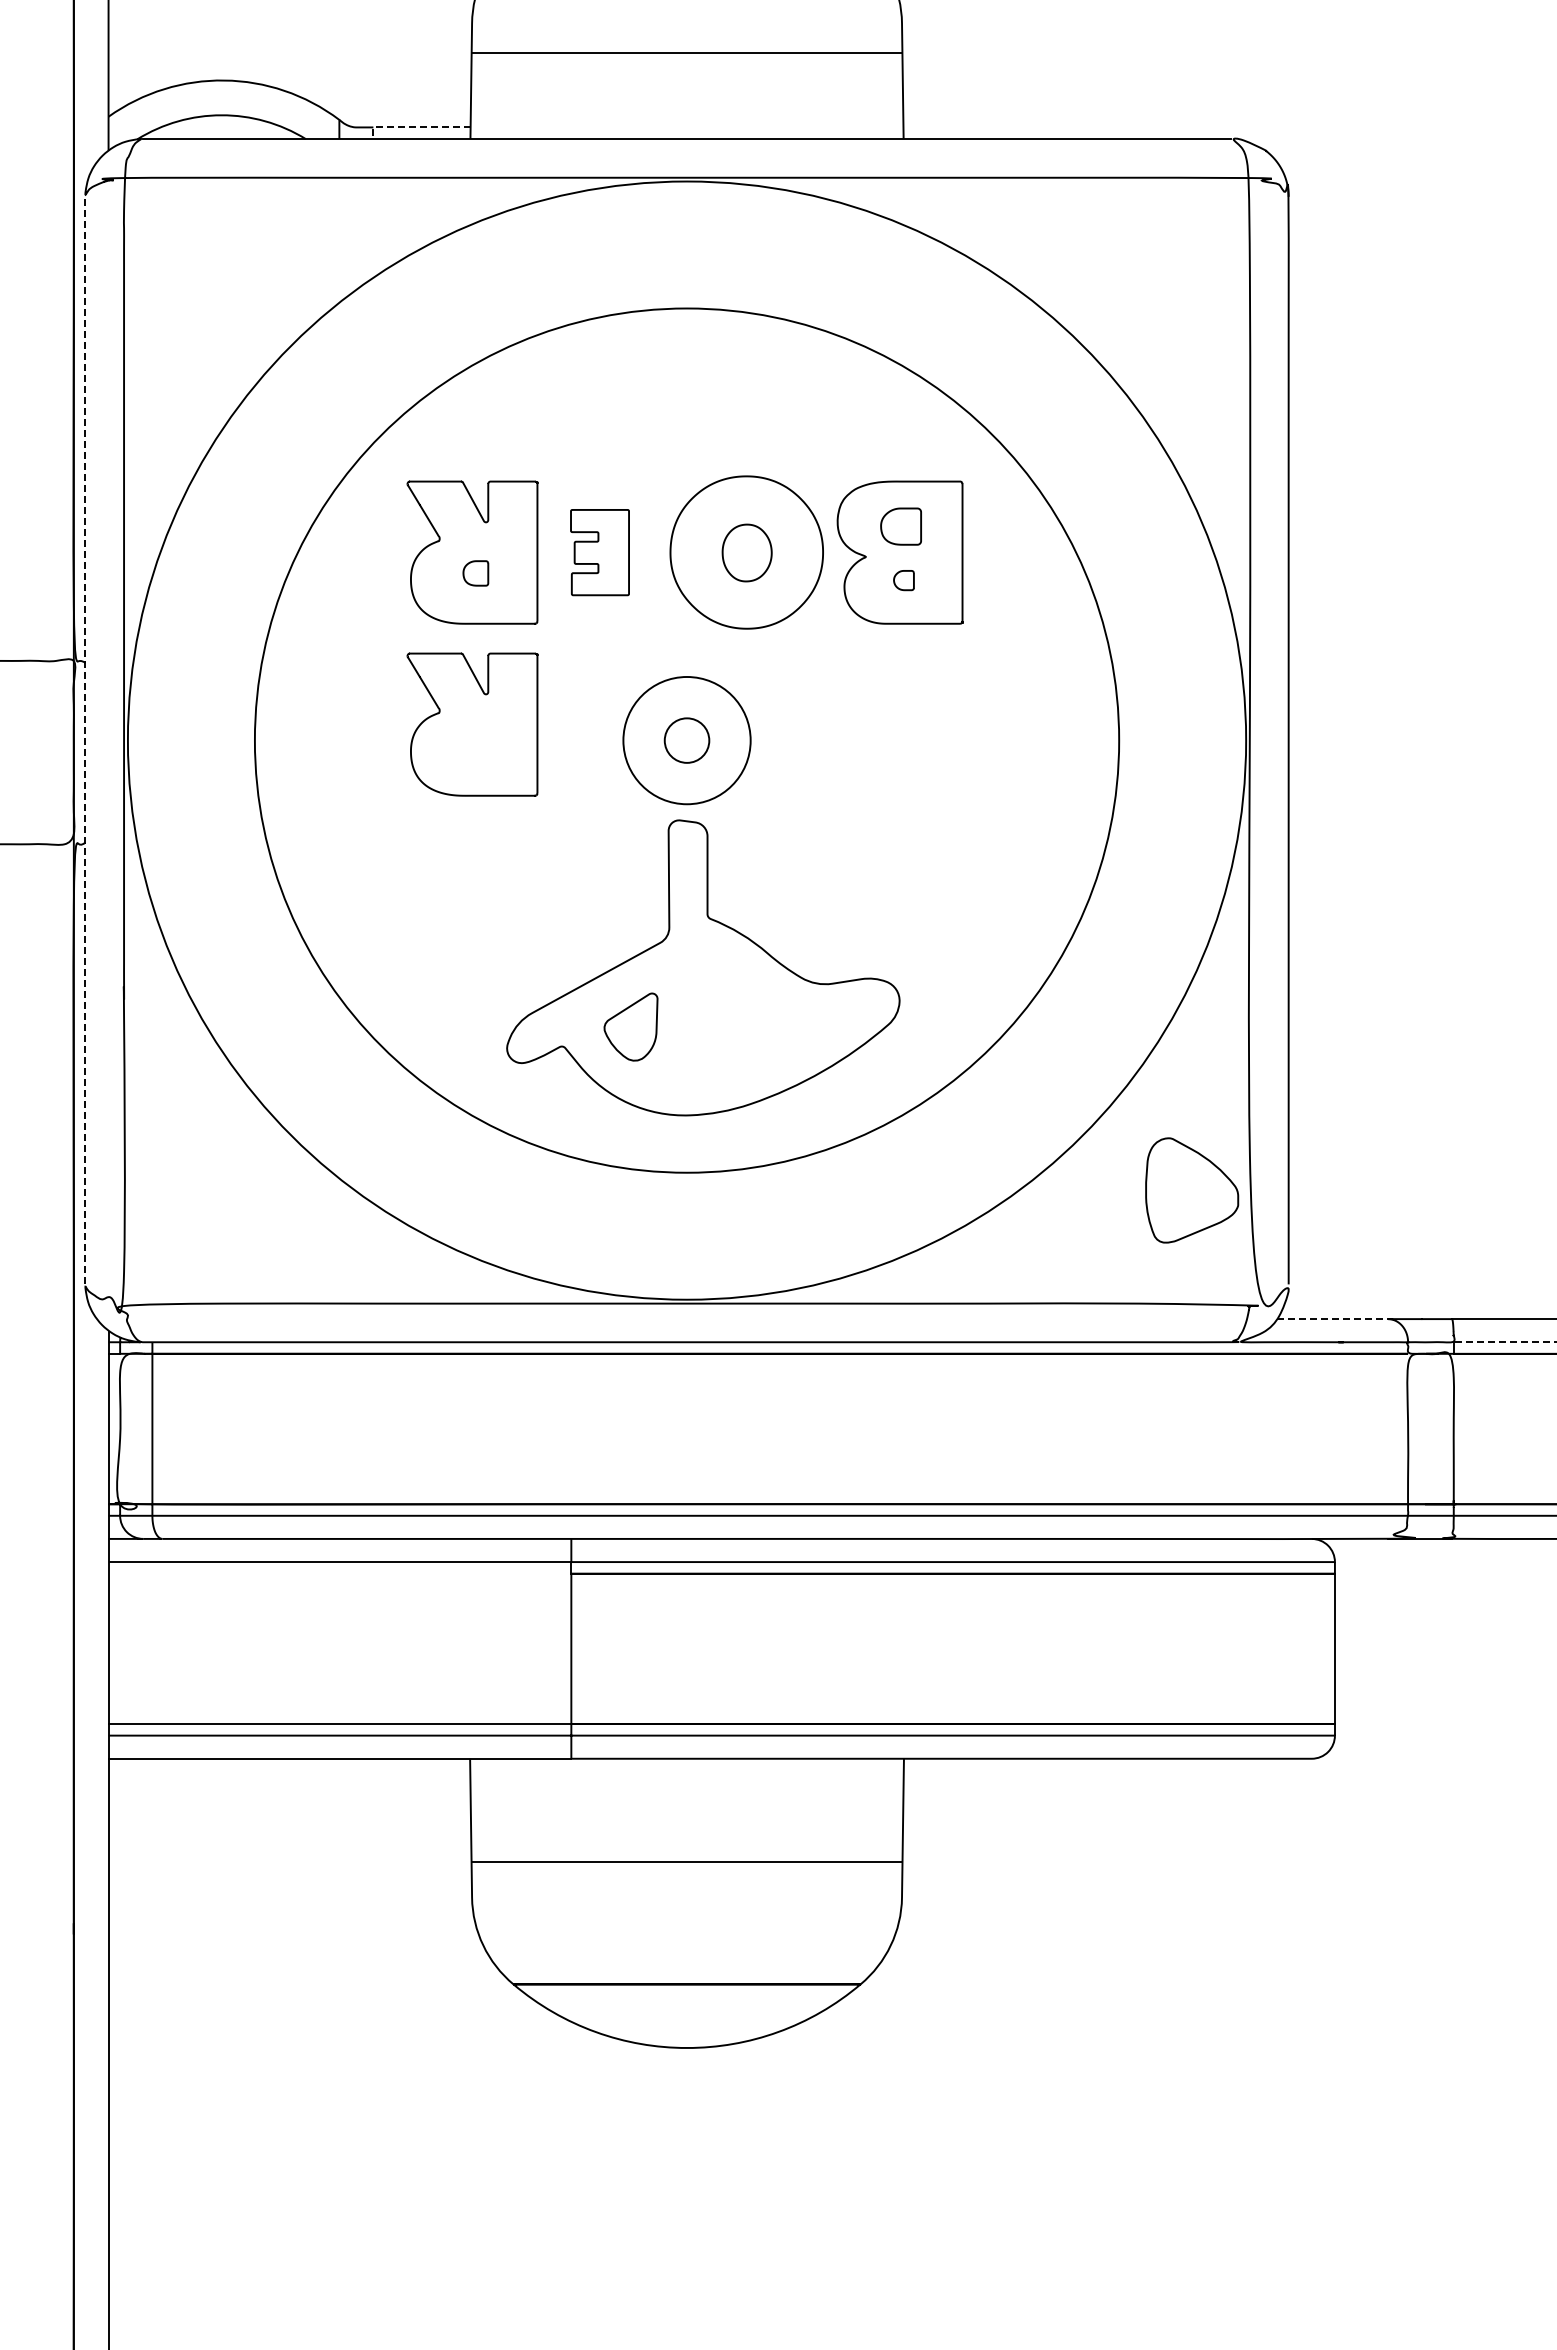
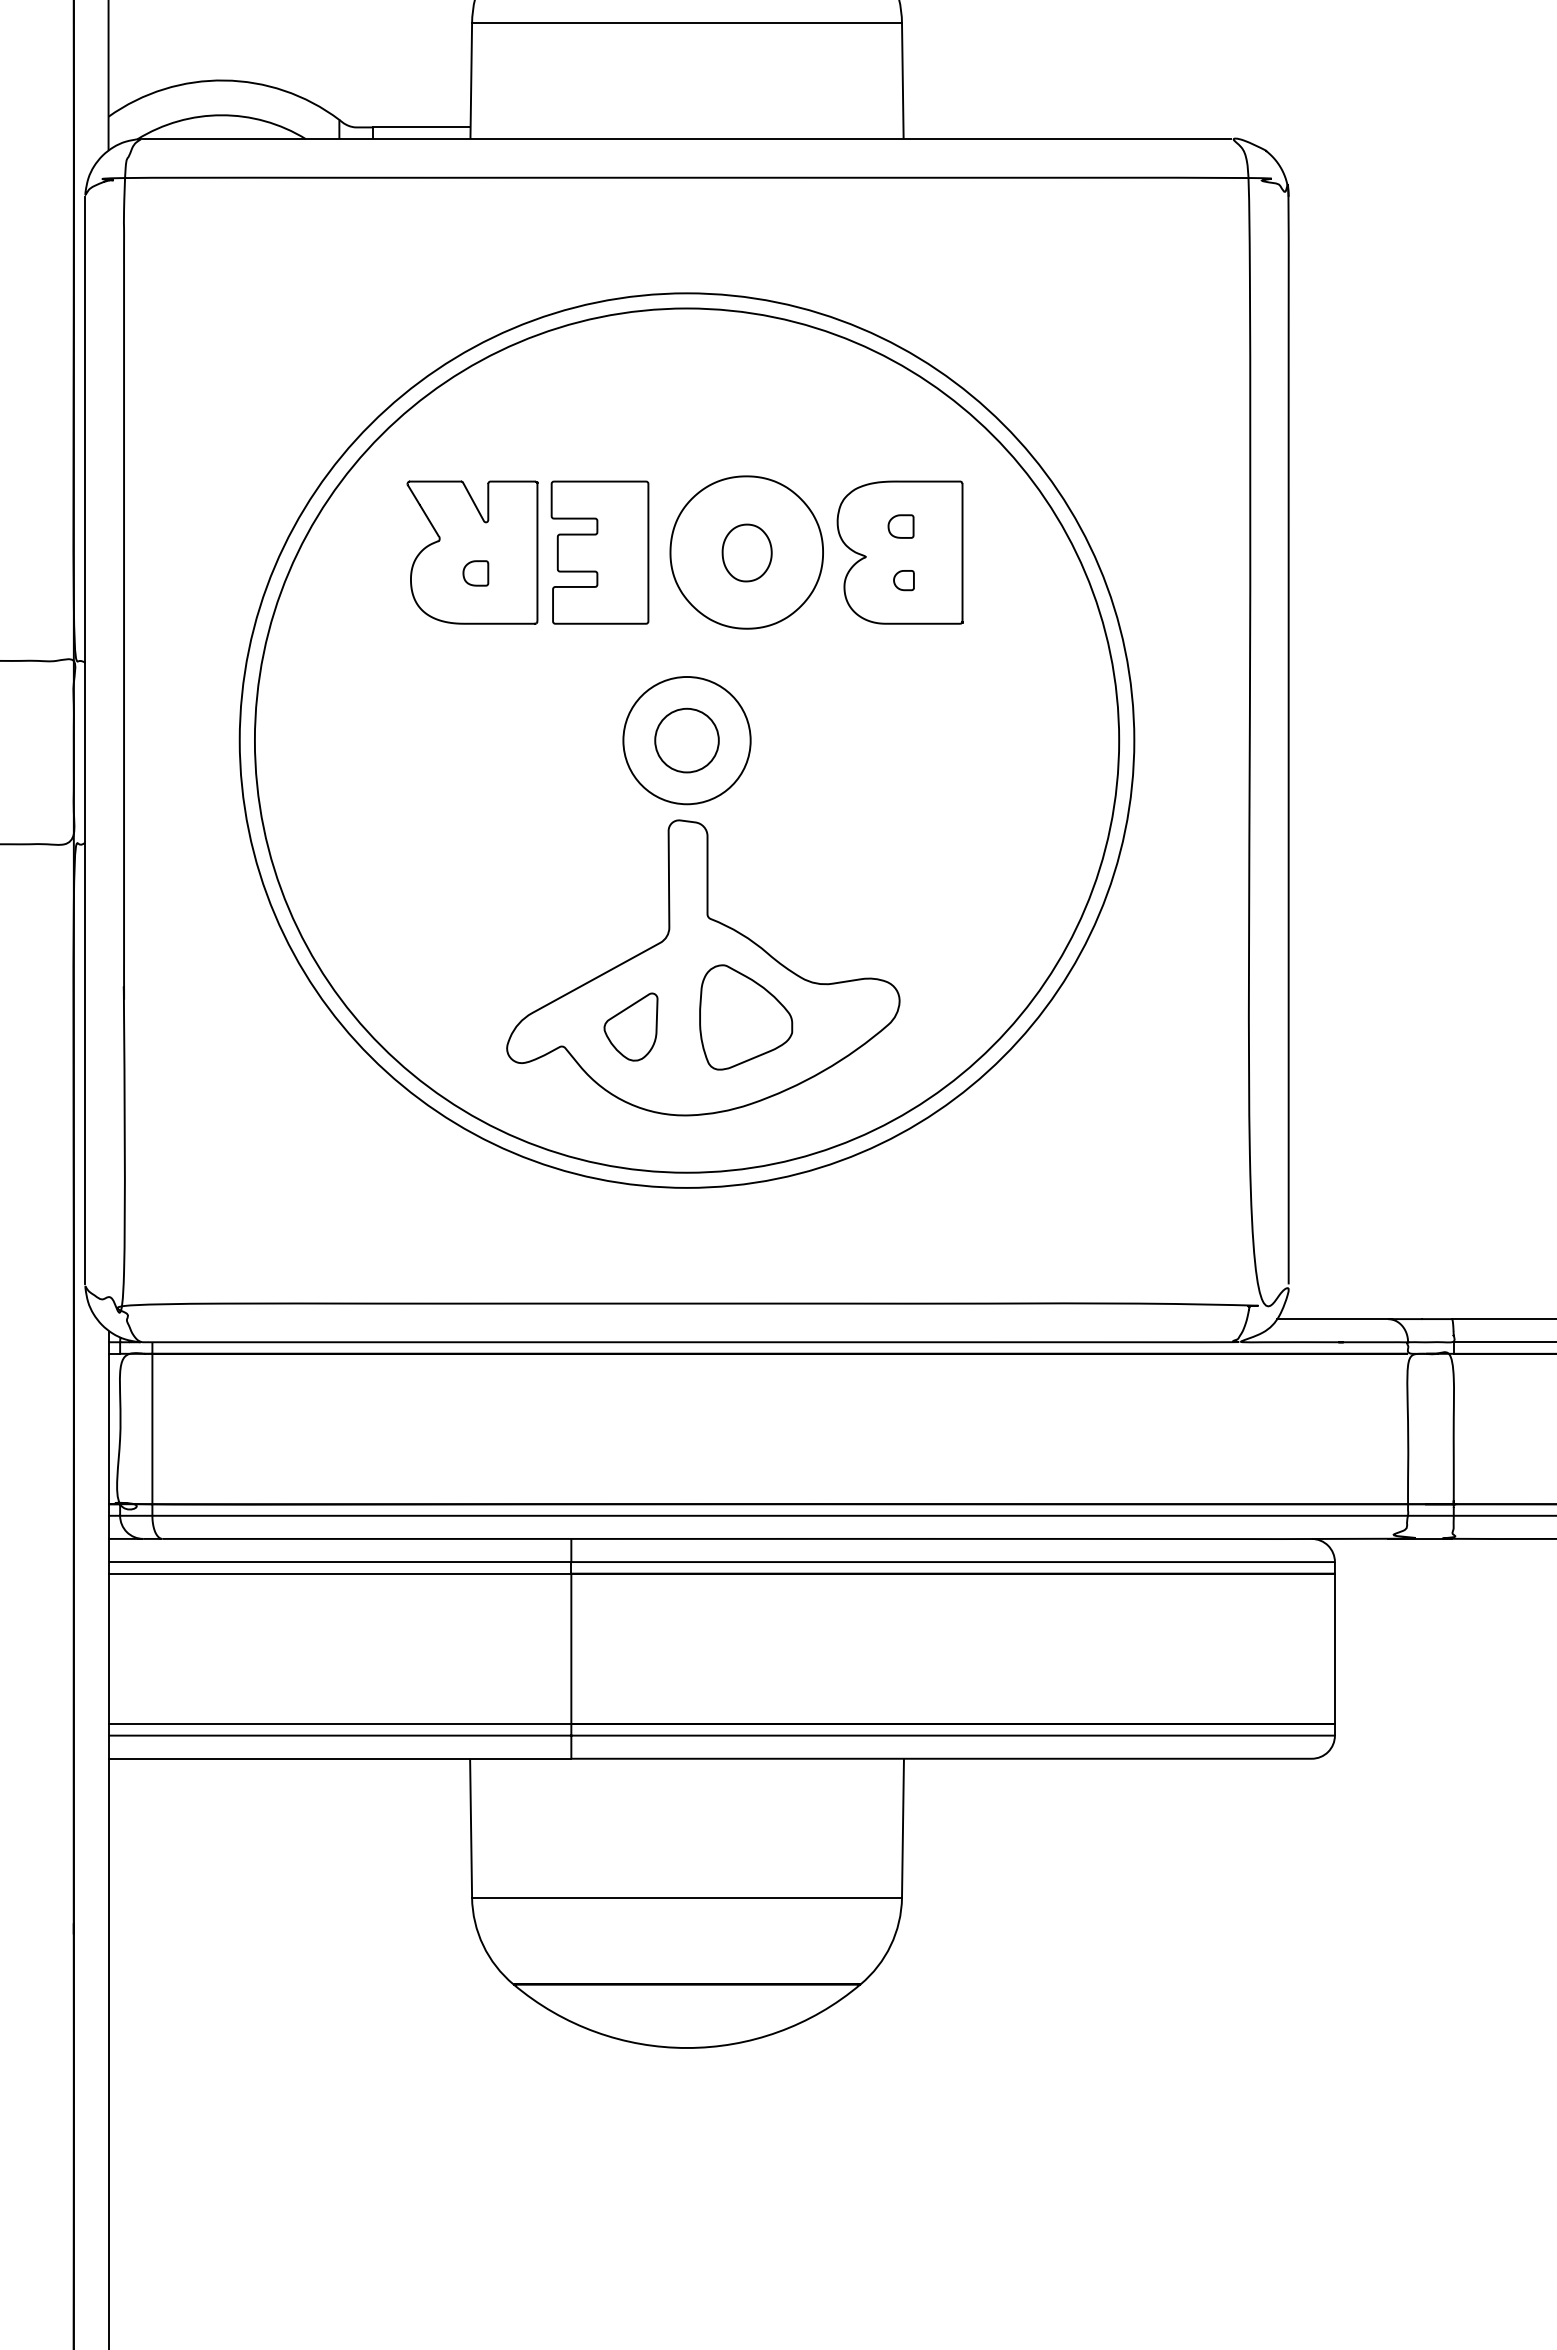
line at (687, 53) position: (687, 53) -> (687, 23)
line at (415, 127): dashed -> solid
part at (900, 526) size: 42x39 px -> 28x25 px
part at (599, 552) size: 60x88 px -> 100x145 px
part at (472, 724): present -> none
line at (85, 740): dashed -> solid
circle at (686, 740) diameter: 1118 px -> 895 px
circle at (686, 740) diameter: 45 px -> 64 px
part at (1192, 1190) position: (1192, 1190) -> (746, 1017)
line at (1333, 1319): dashed -> solid
line at (1504, 1342): dashed -> solid
line at (339, 1573): none -> present
line at (687, 1861) position: (687, 1861) -> (687, 1897)
